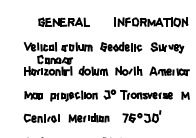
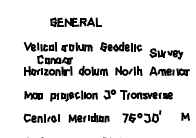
part at (63, 21) position: (63, 21) -> (75, 21)
part at (151, 22): present -> none
part at (167, 47) position: (167, 47) -> (166, 53)
part at (185, 95) position: (185, 95) -> (185, 116)
